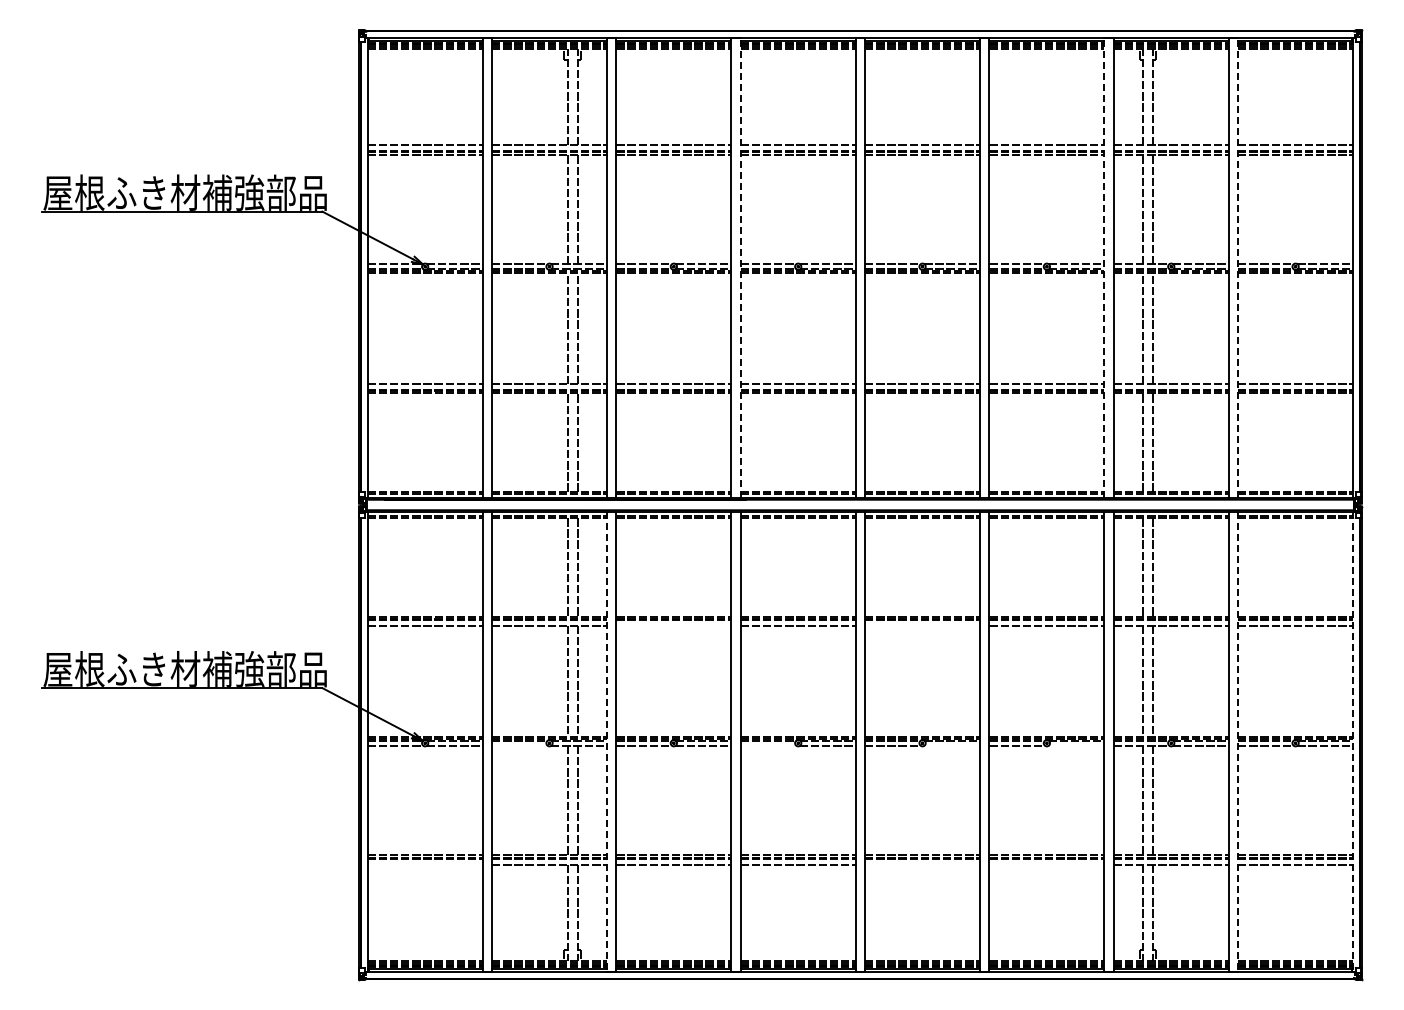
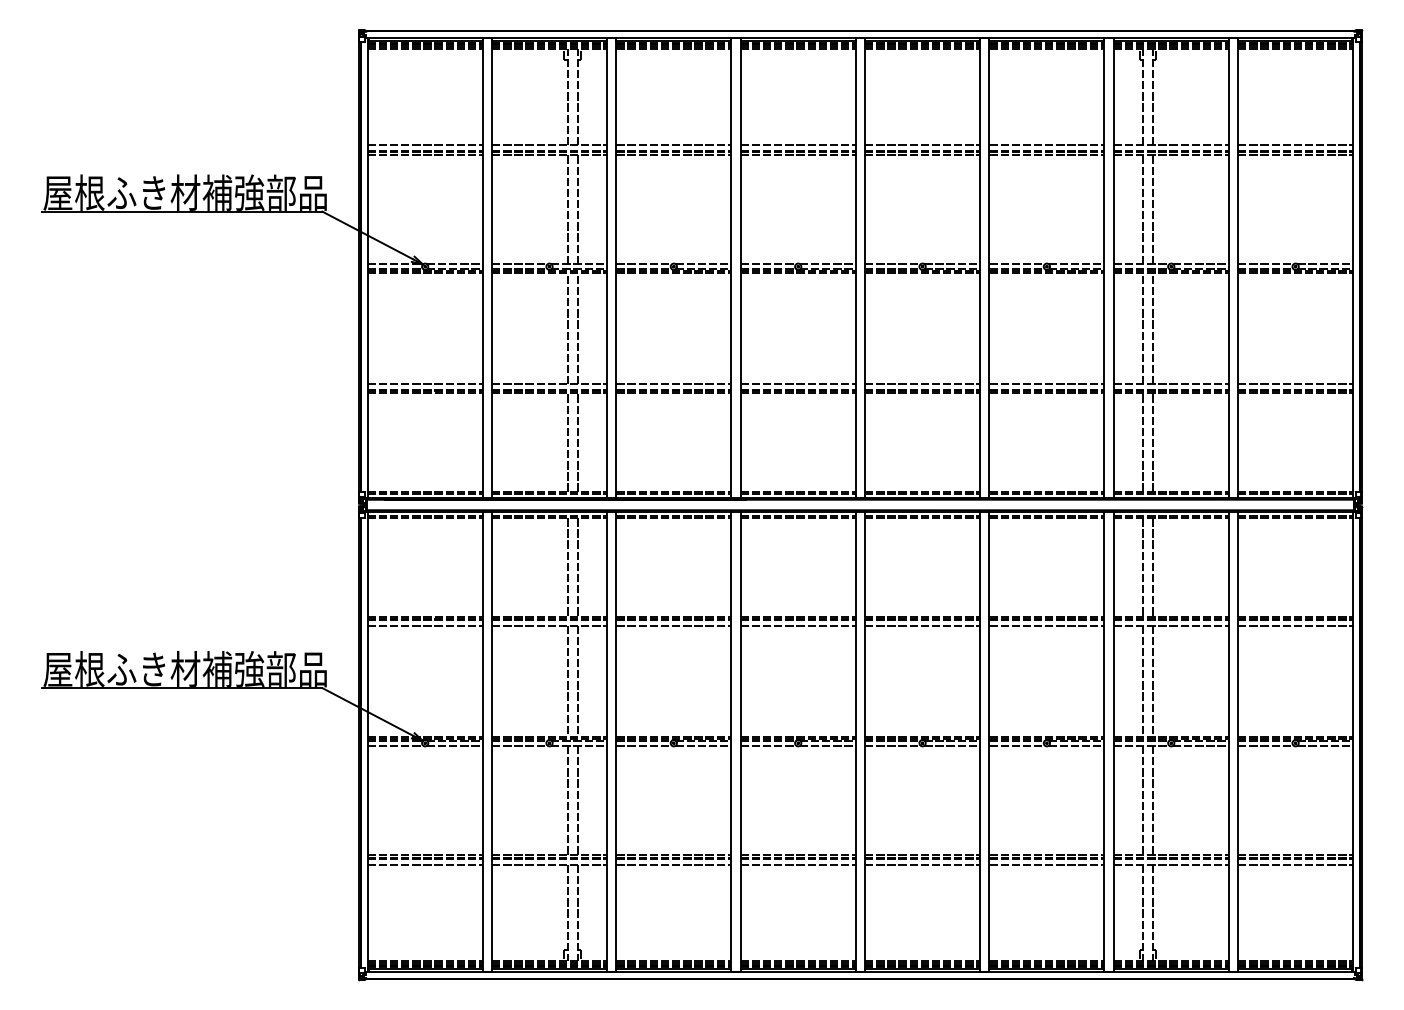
line at (740, 267): dashed -> solid
line at (1104, 267): dashed -> solid
line at (1238, 267): dashed -> solid
line at (673, 625): none -> present
line at (922, 625): none -> present
line at (607, 742): dashed -> solid
line at (1238, 742): dashed -> solid
line at (1353, 742): dashed -> solid
line at (519, 745): none -> present
line at (768, 745): none -> present
line at (952, 745): none -> present
line at (1076, 745): none -> present
line at (424, 864): none -> present
line at (922, 864): none -> present
line at (1046, 864): none -> present
